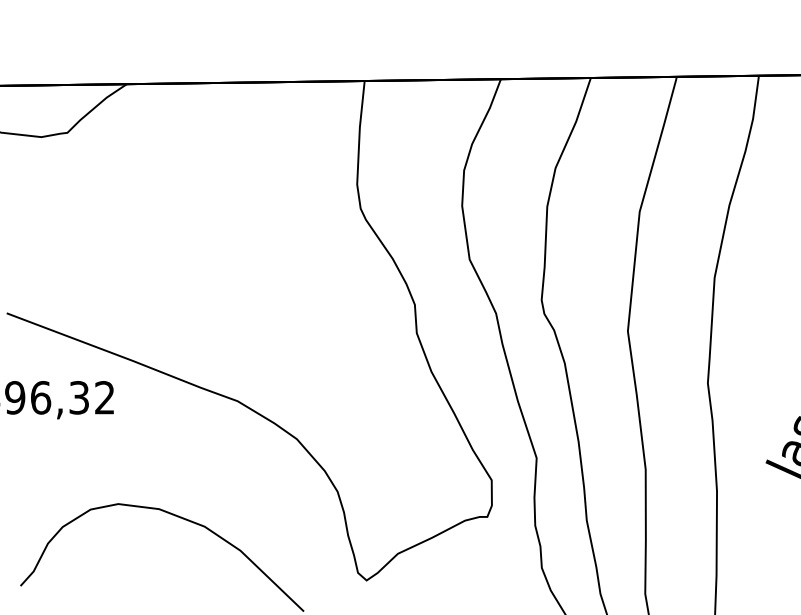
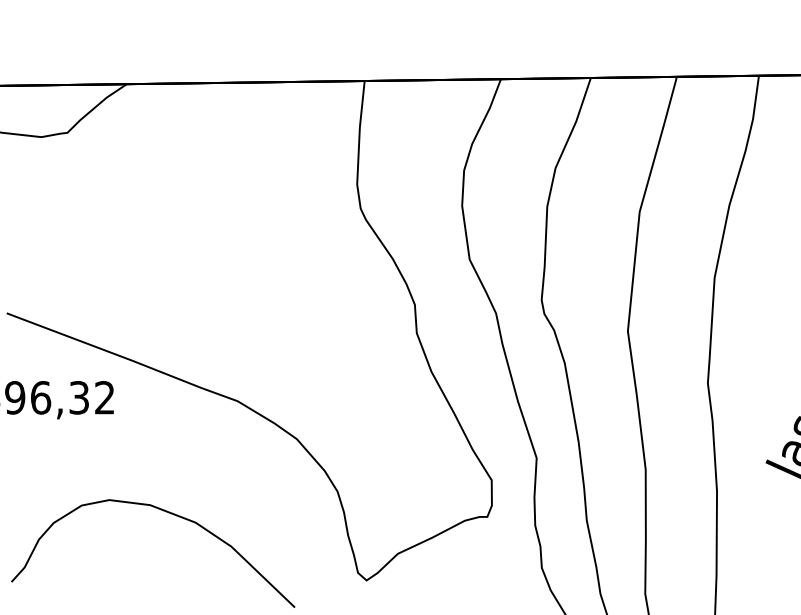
curve at (177, 517) position: (177, 517) -> (168, 513)
